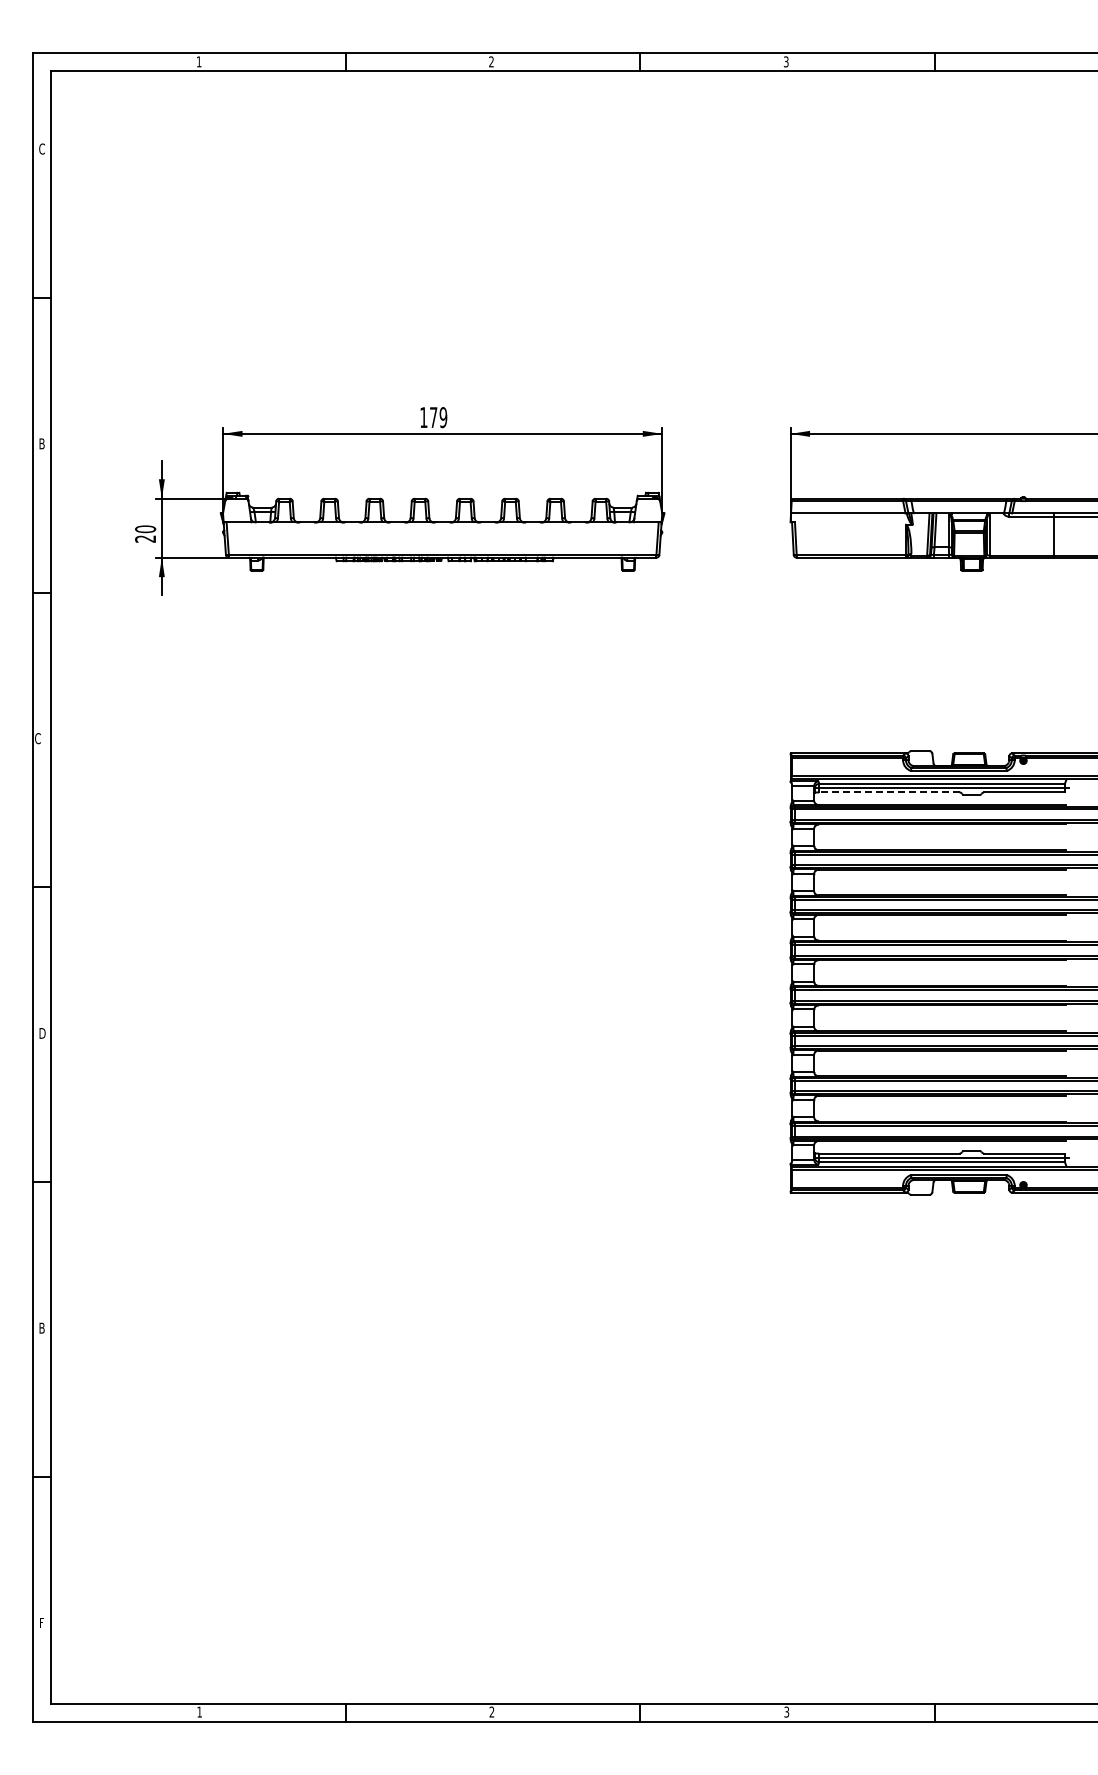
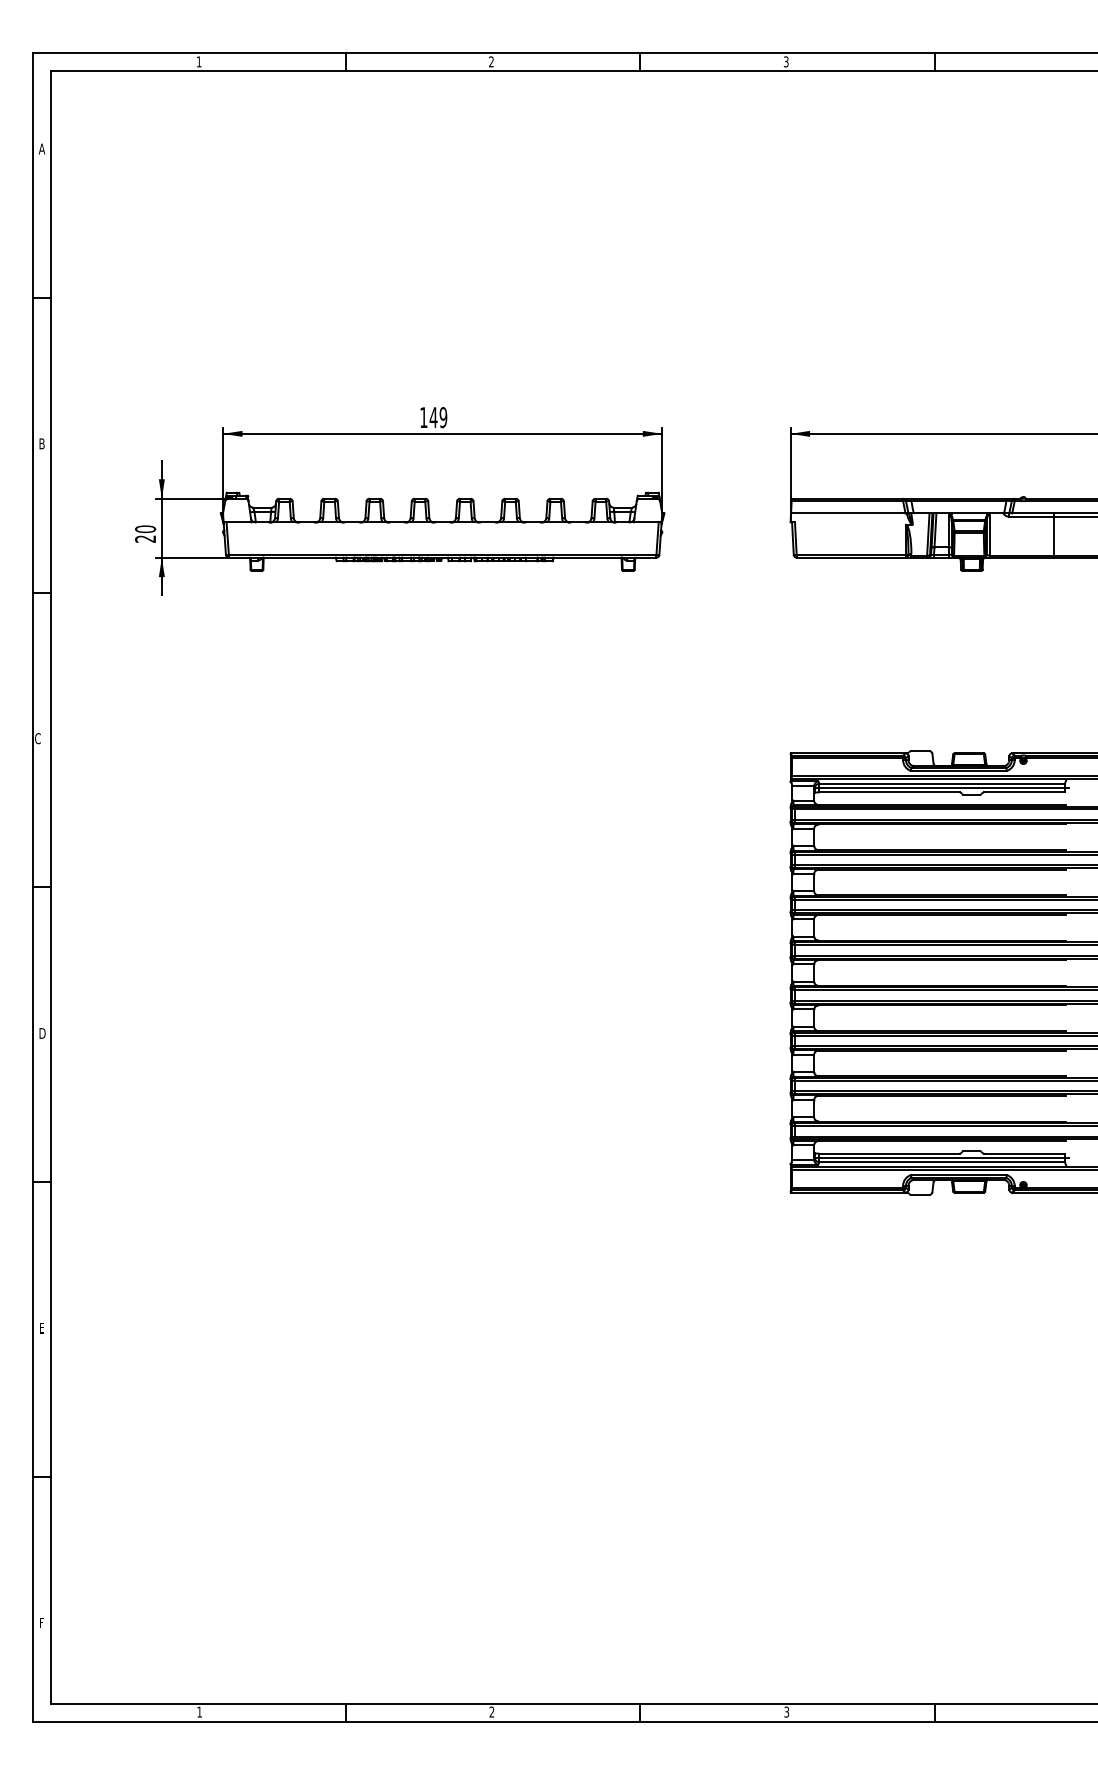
text at (41, 148): C -> A
text at (433, 417): 179 -> 149
line at (888, 792): dashed -> solid
text at (41, 1327): B -> E
